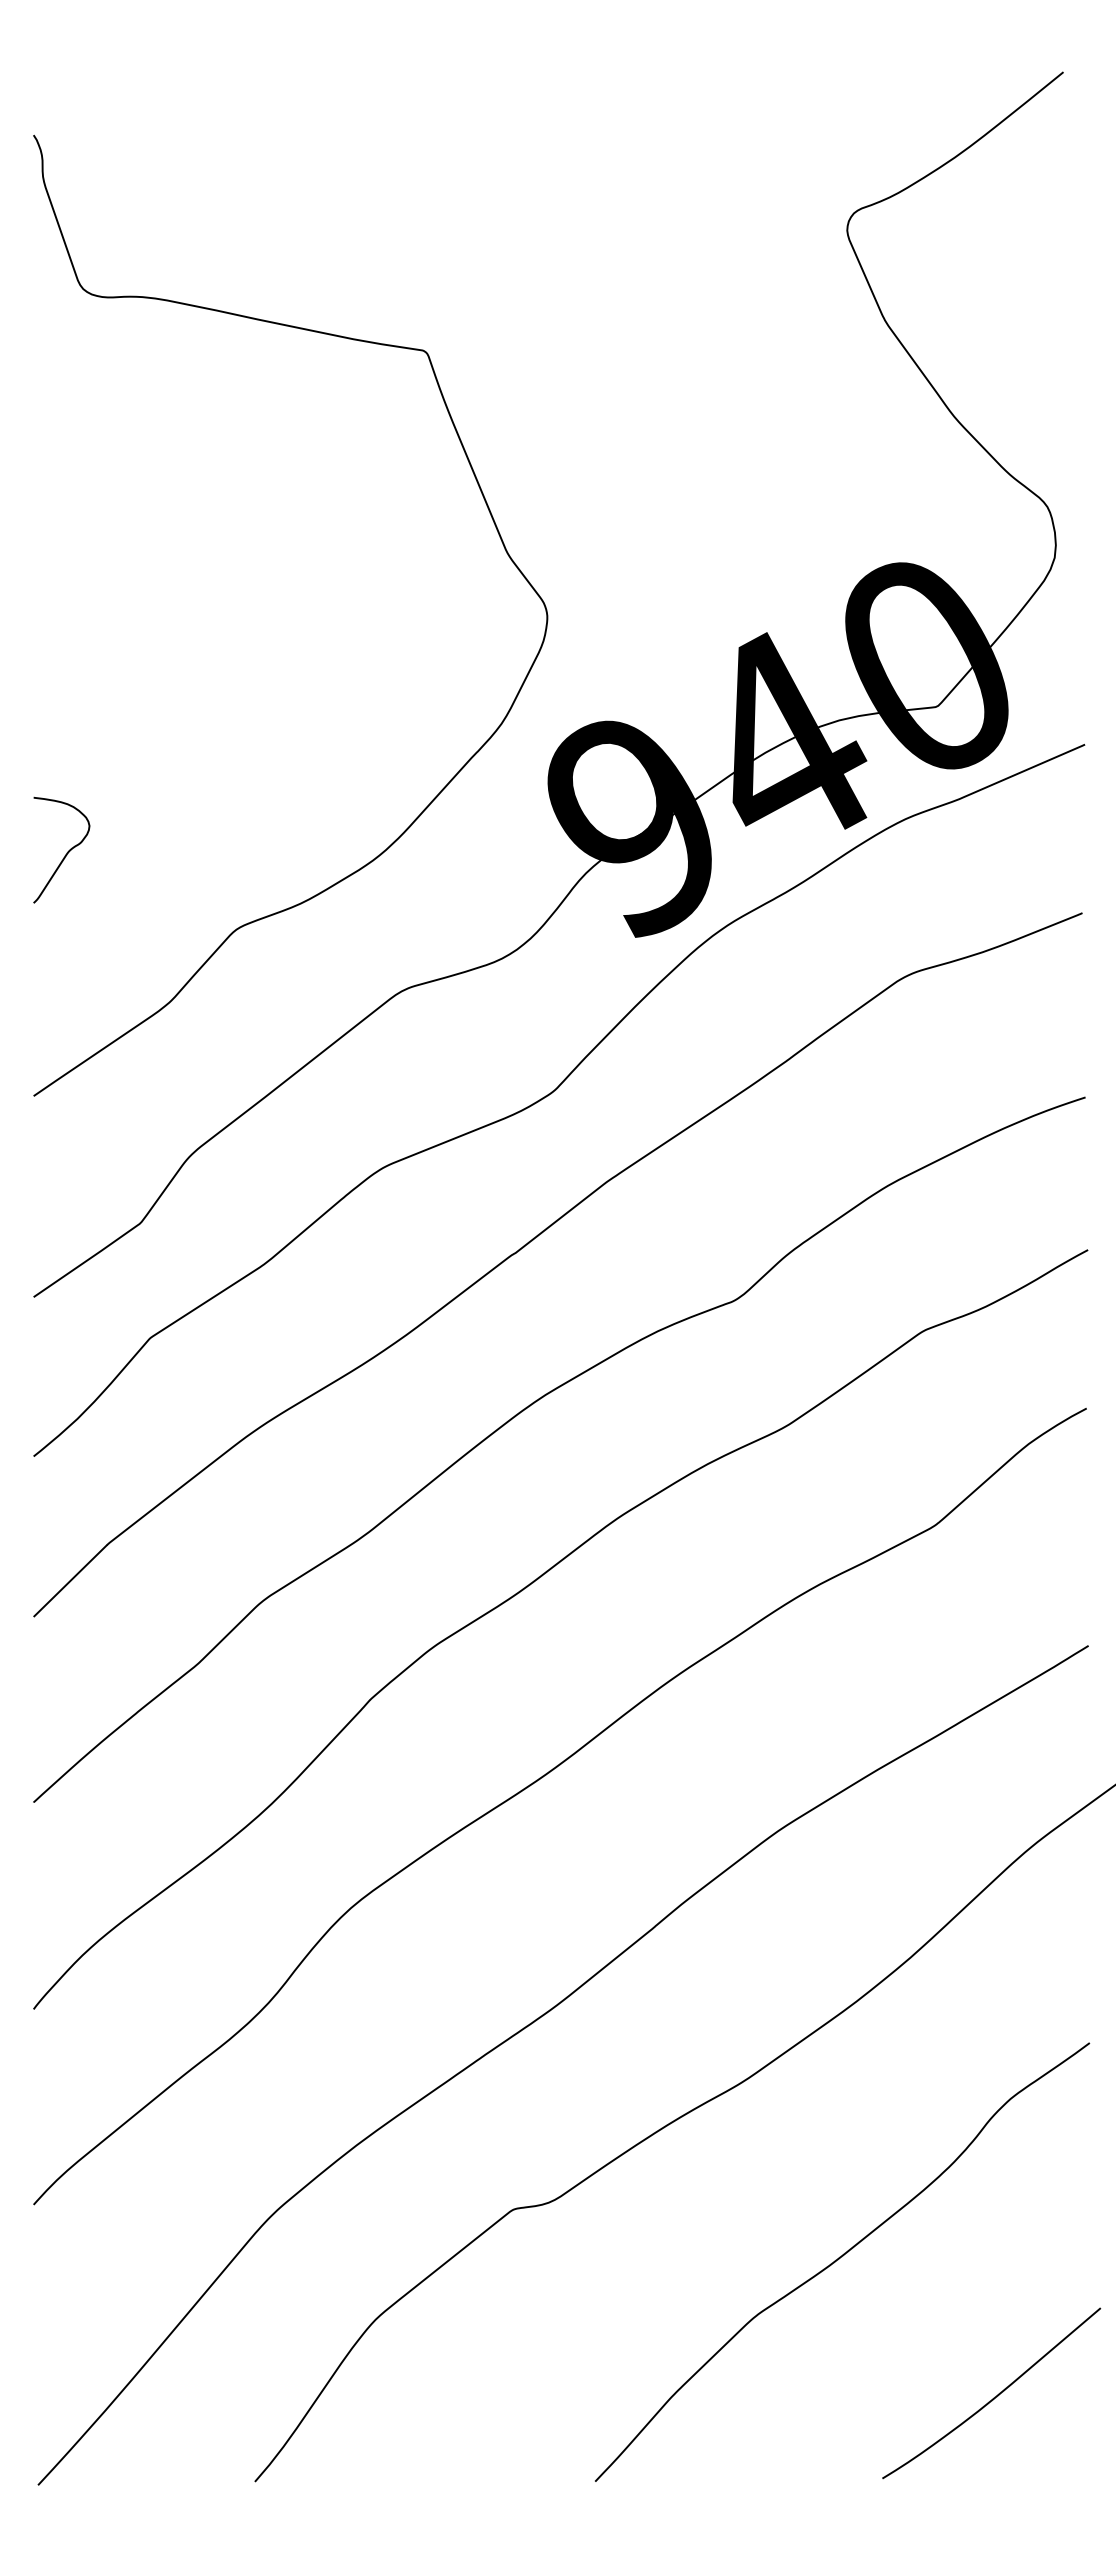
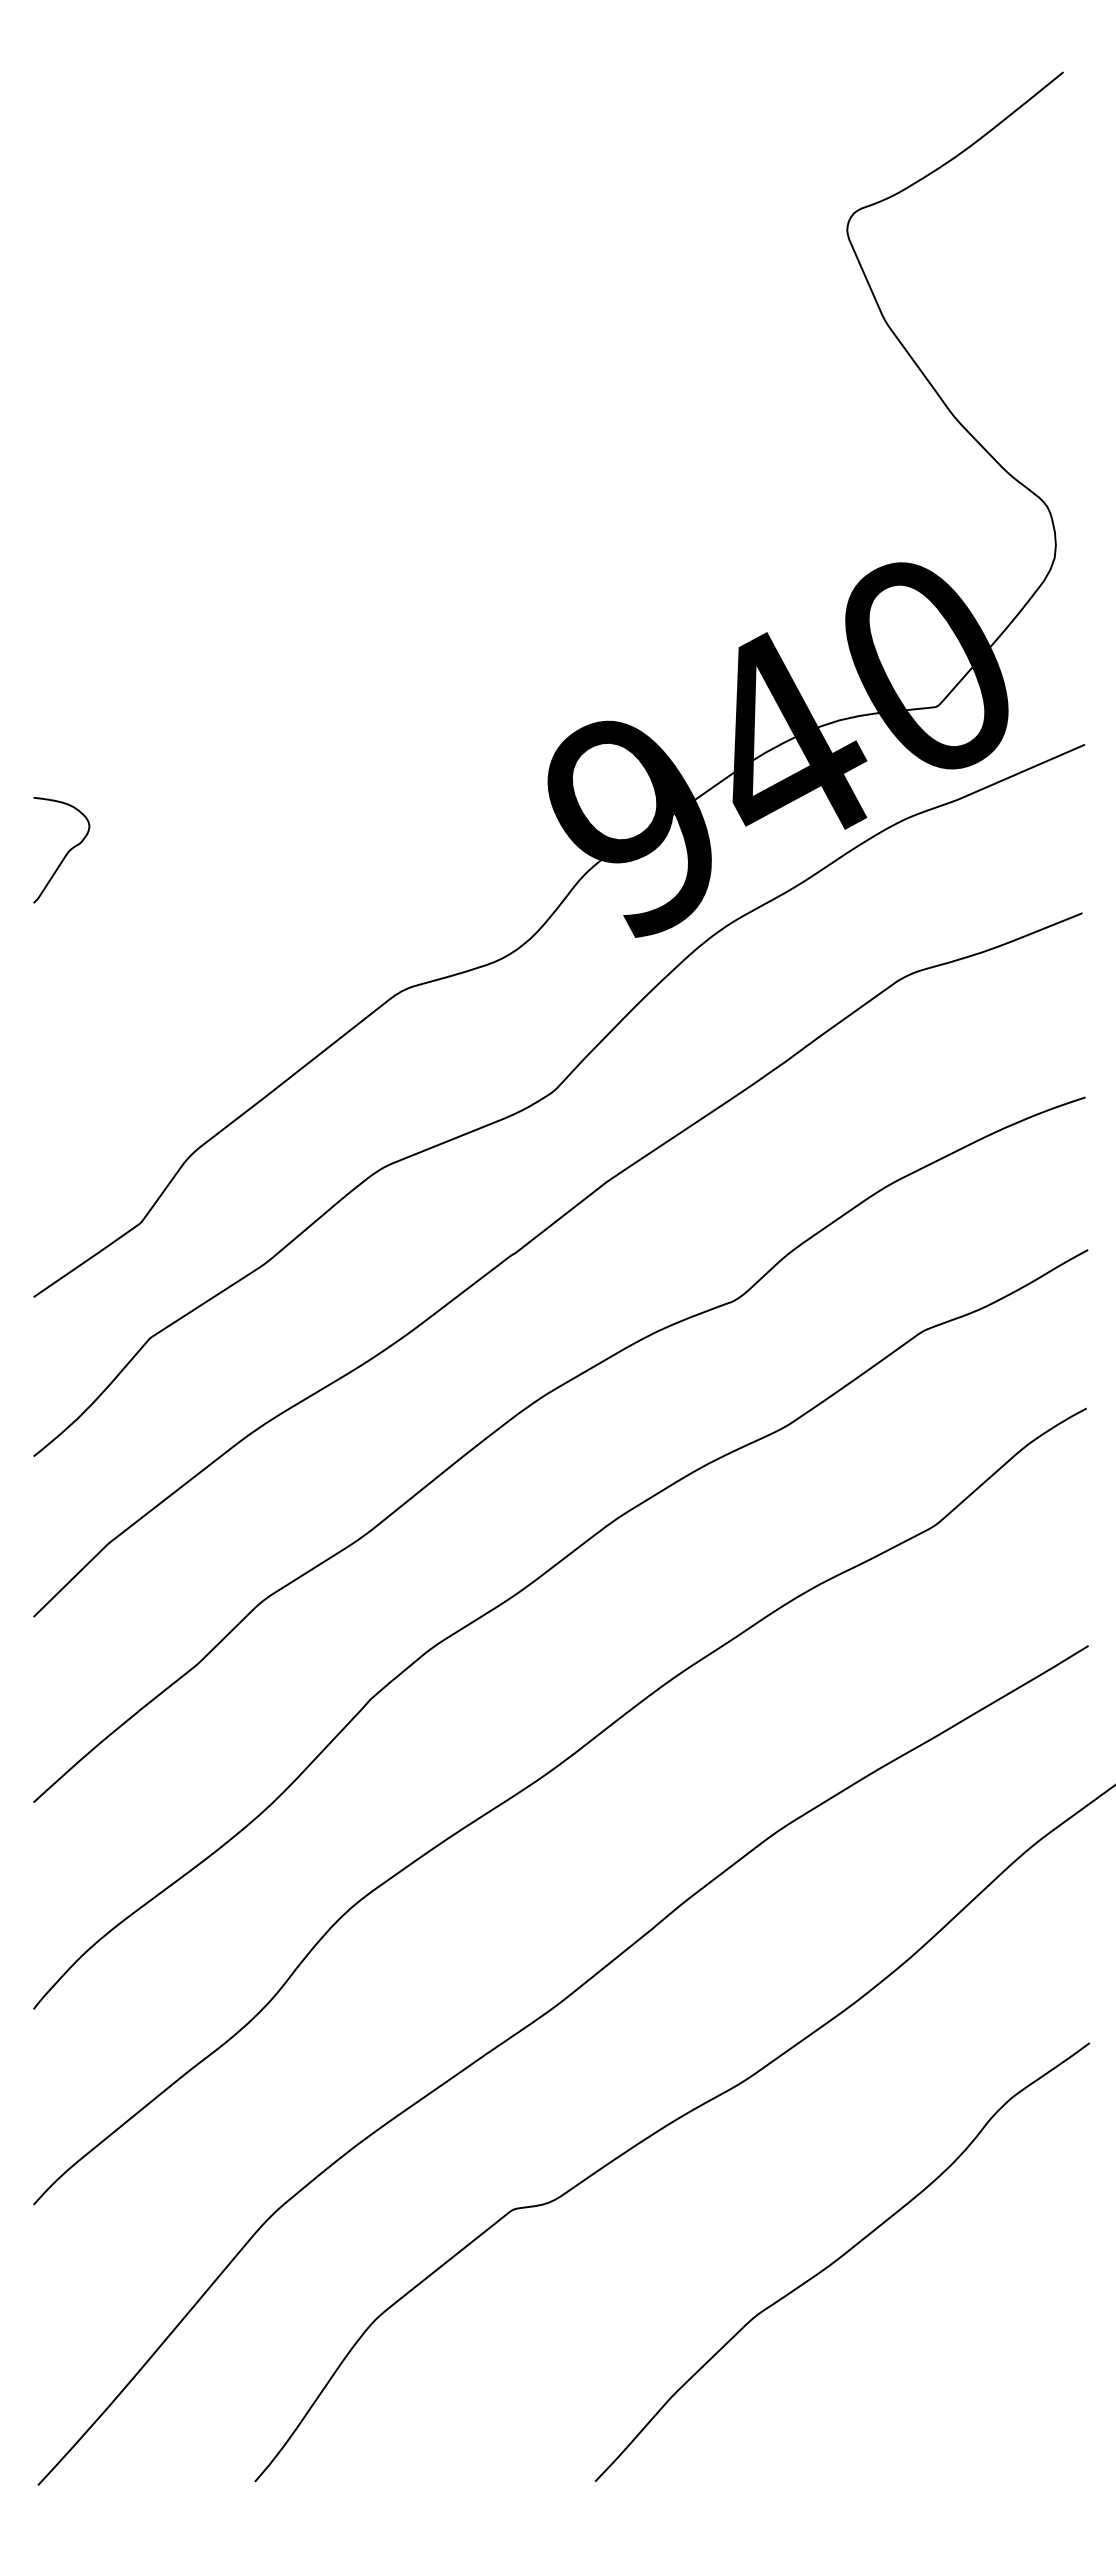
curve at (496, 530): present -> none
curve at (993, 2397): present -> none
